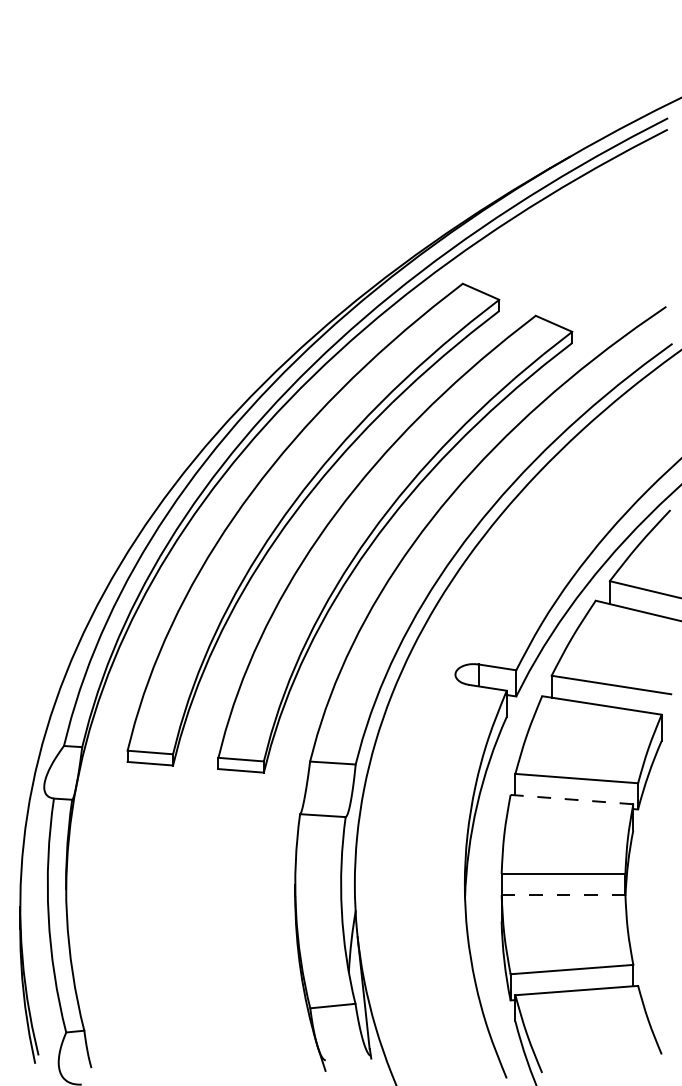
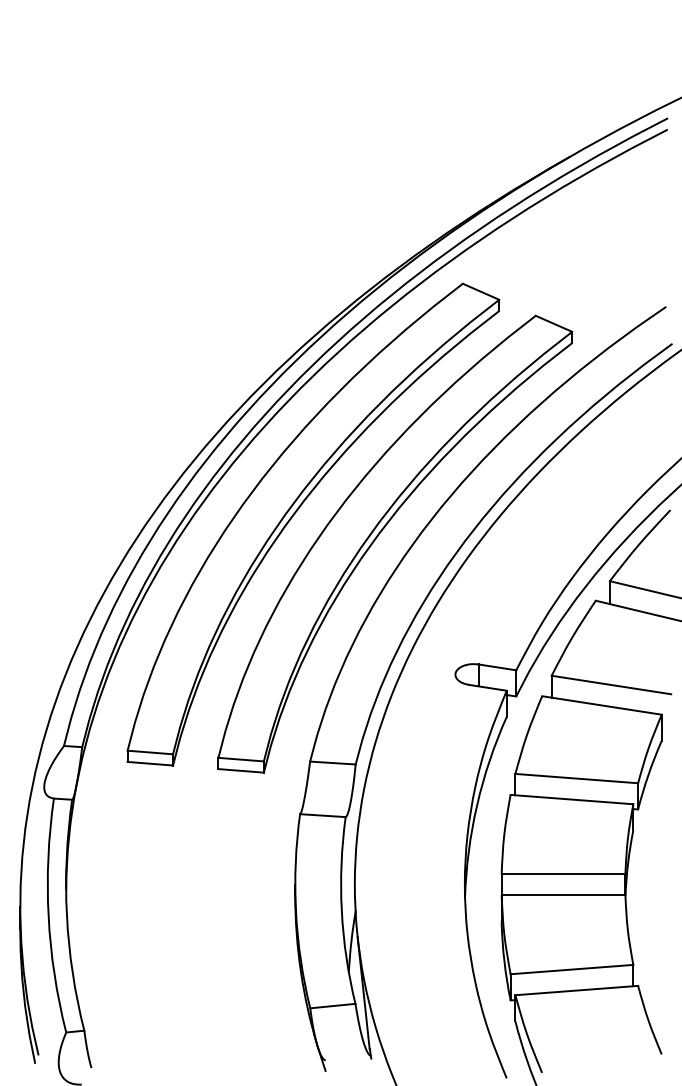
line at (571, 799): dashed -> solid
line at (563, 895): dashed -> solid
